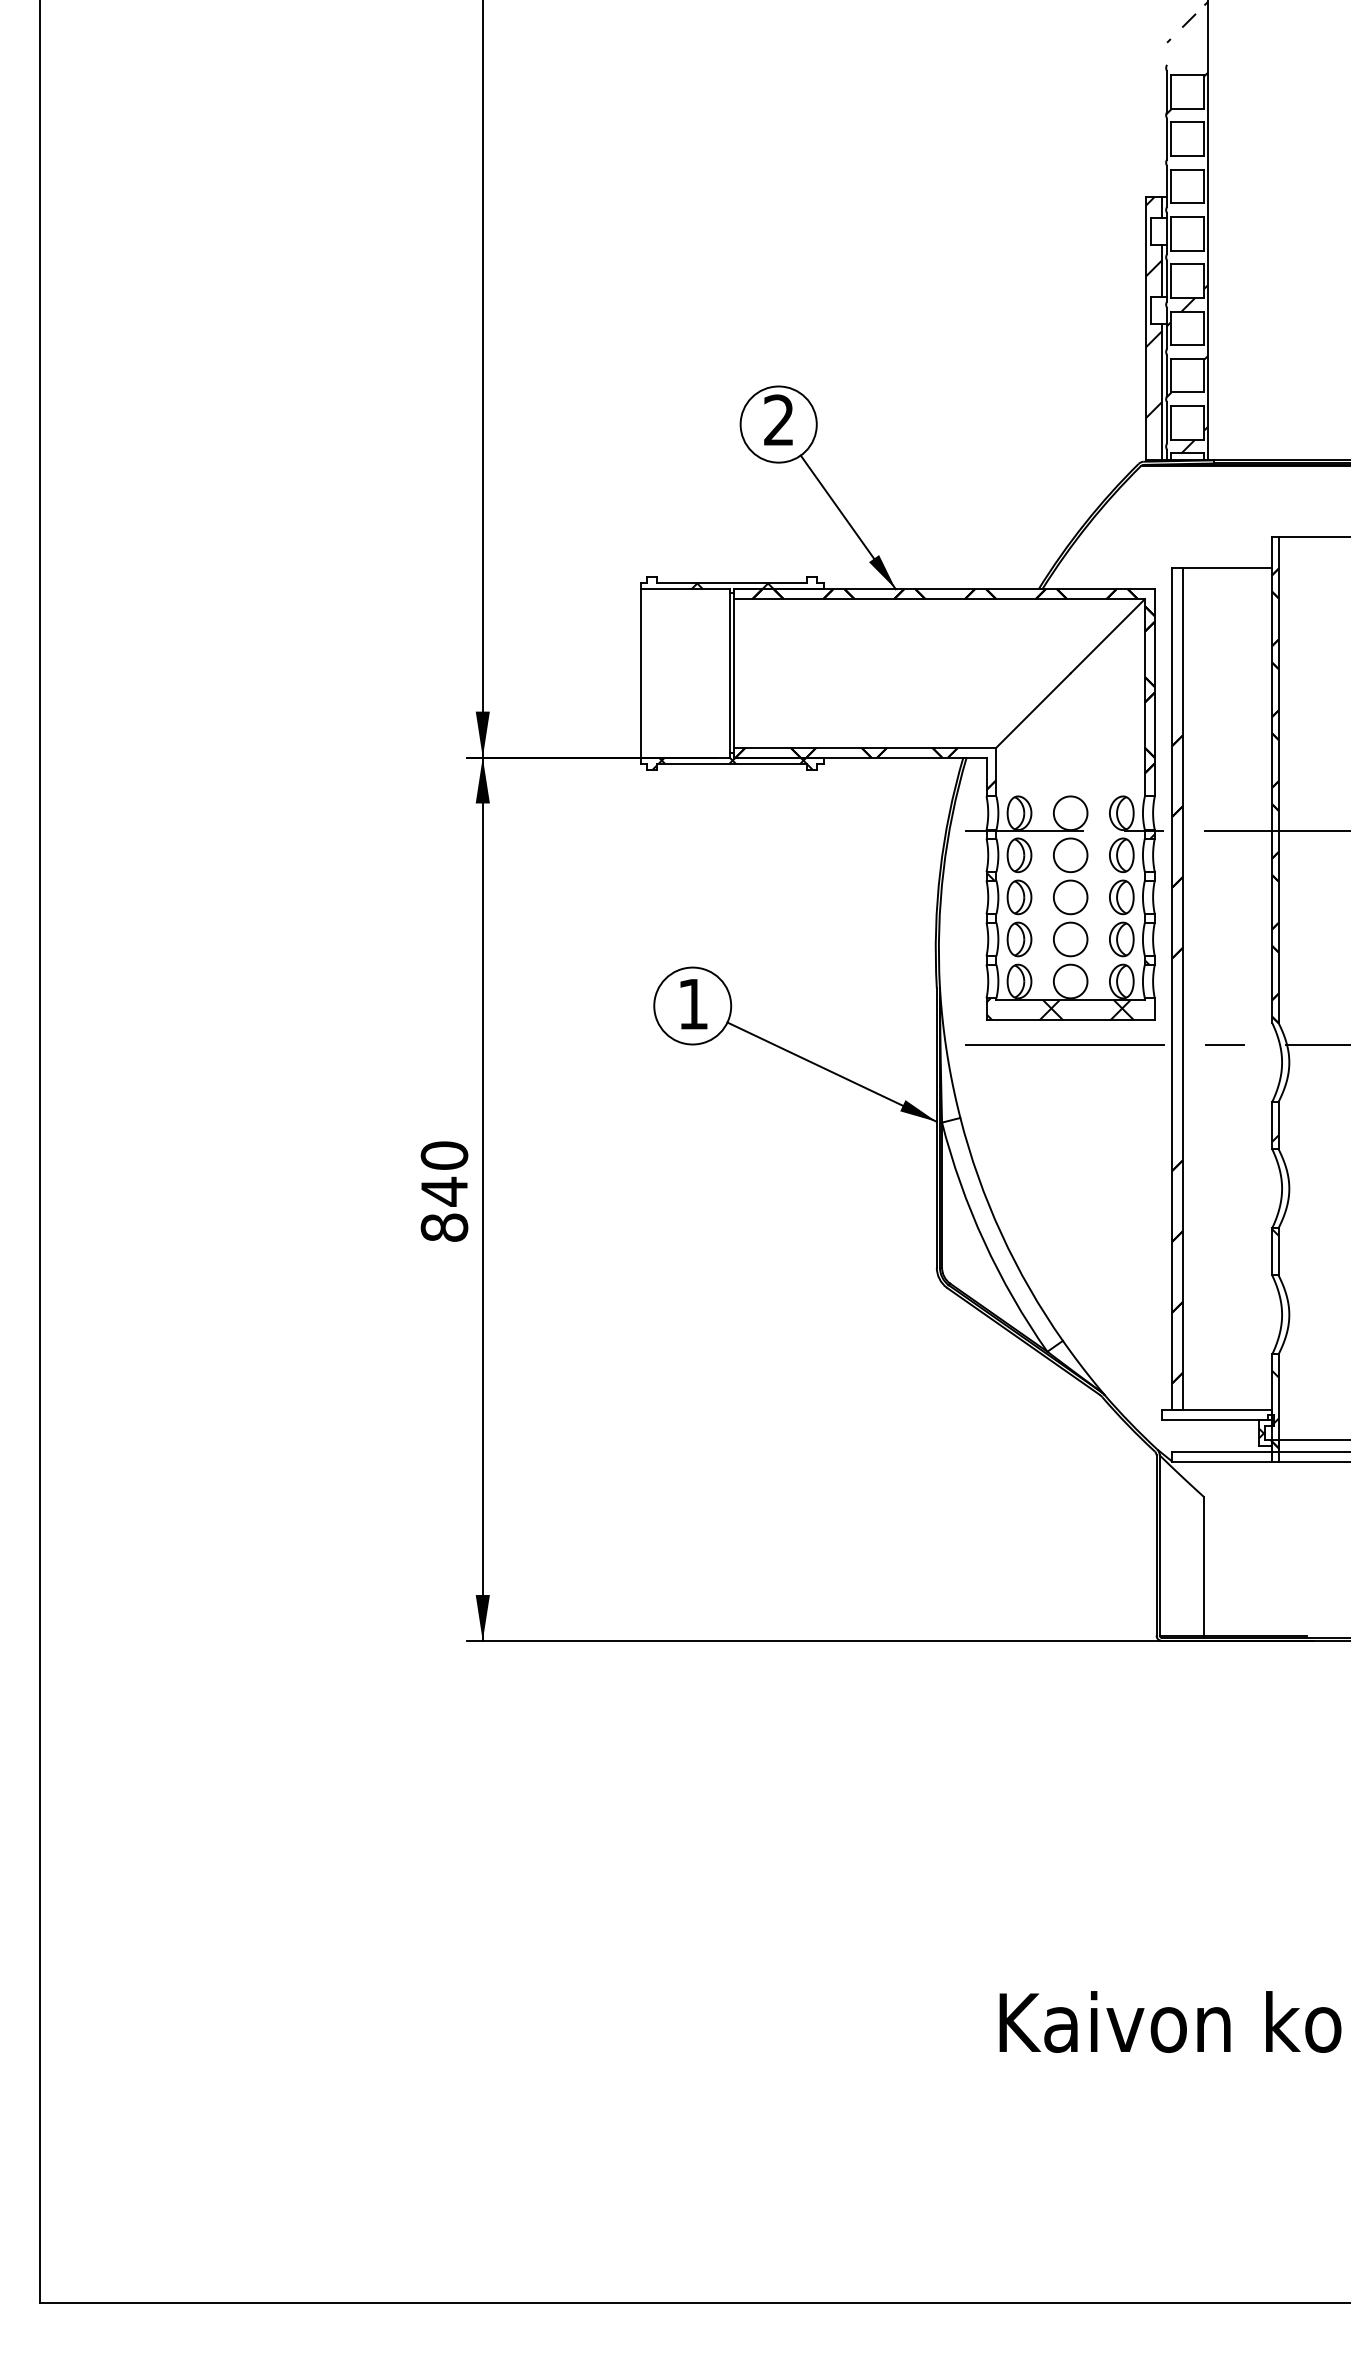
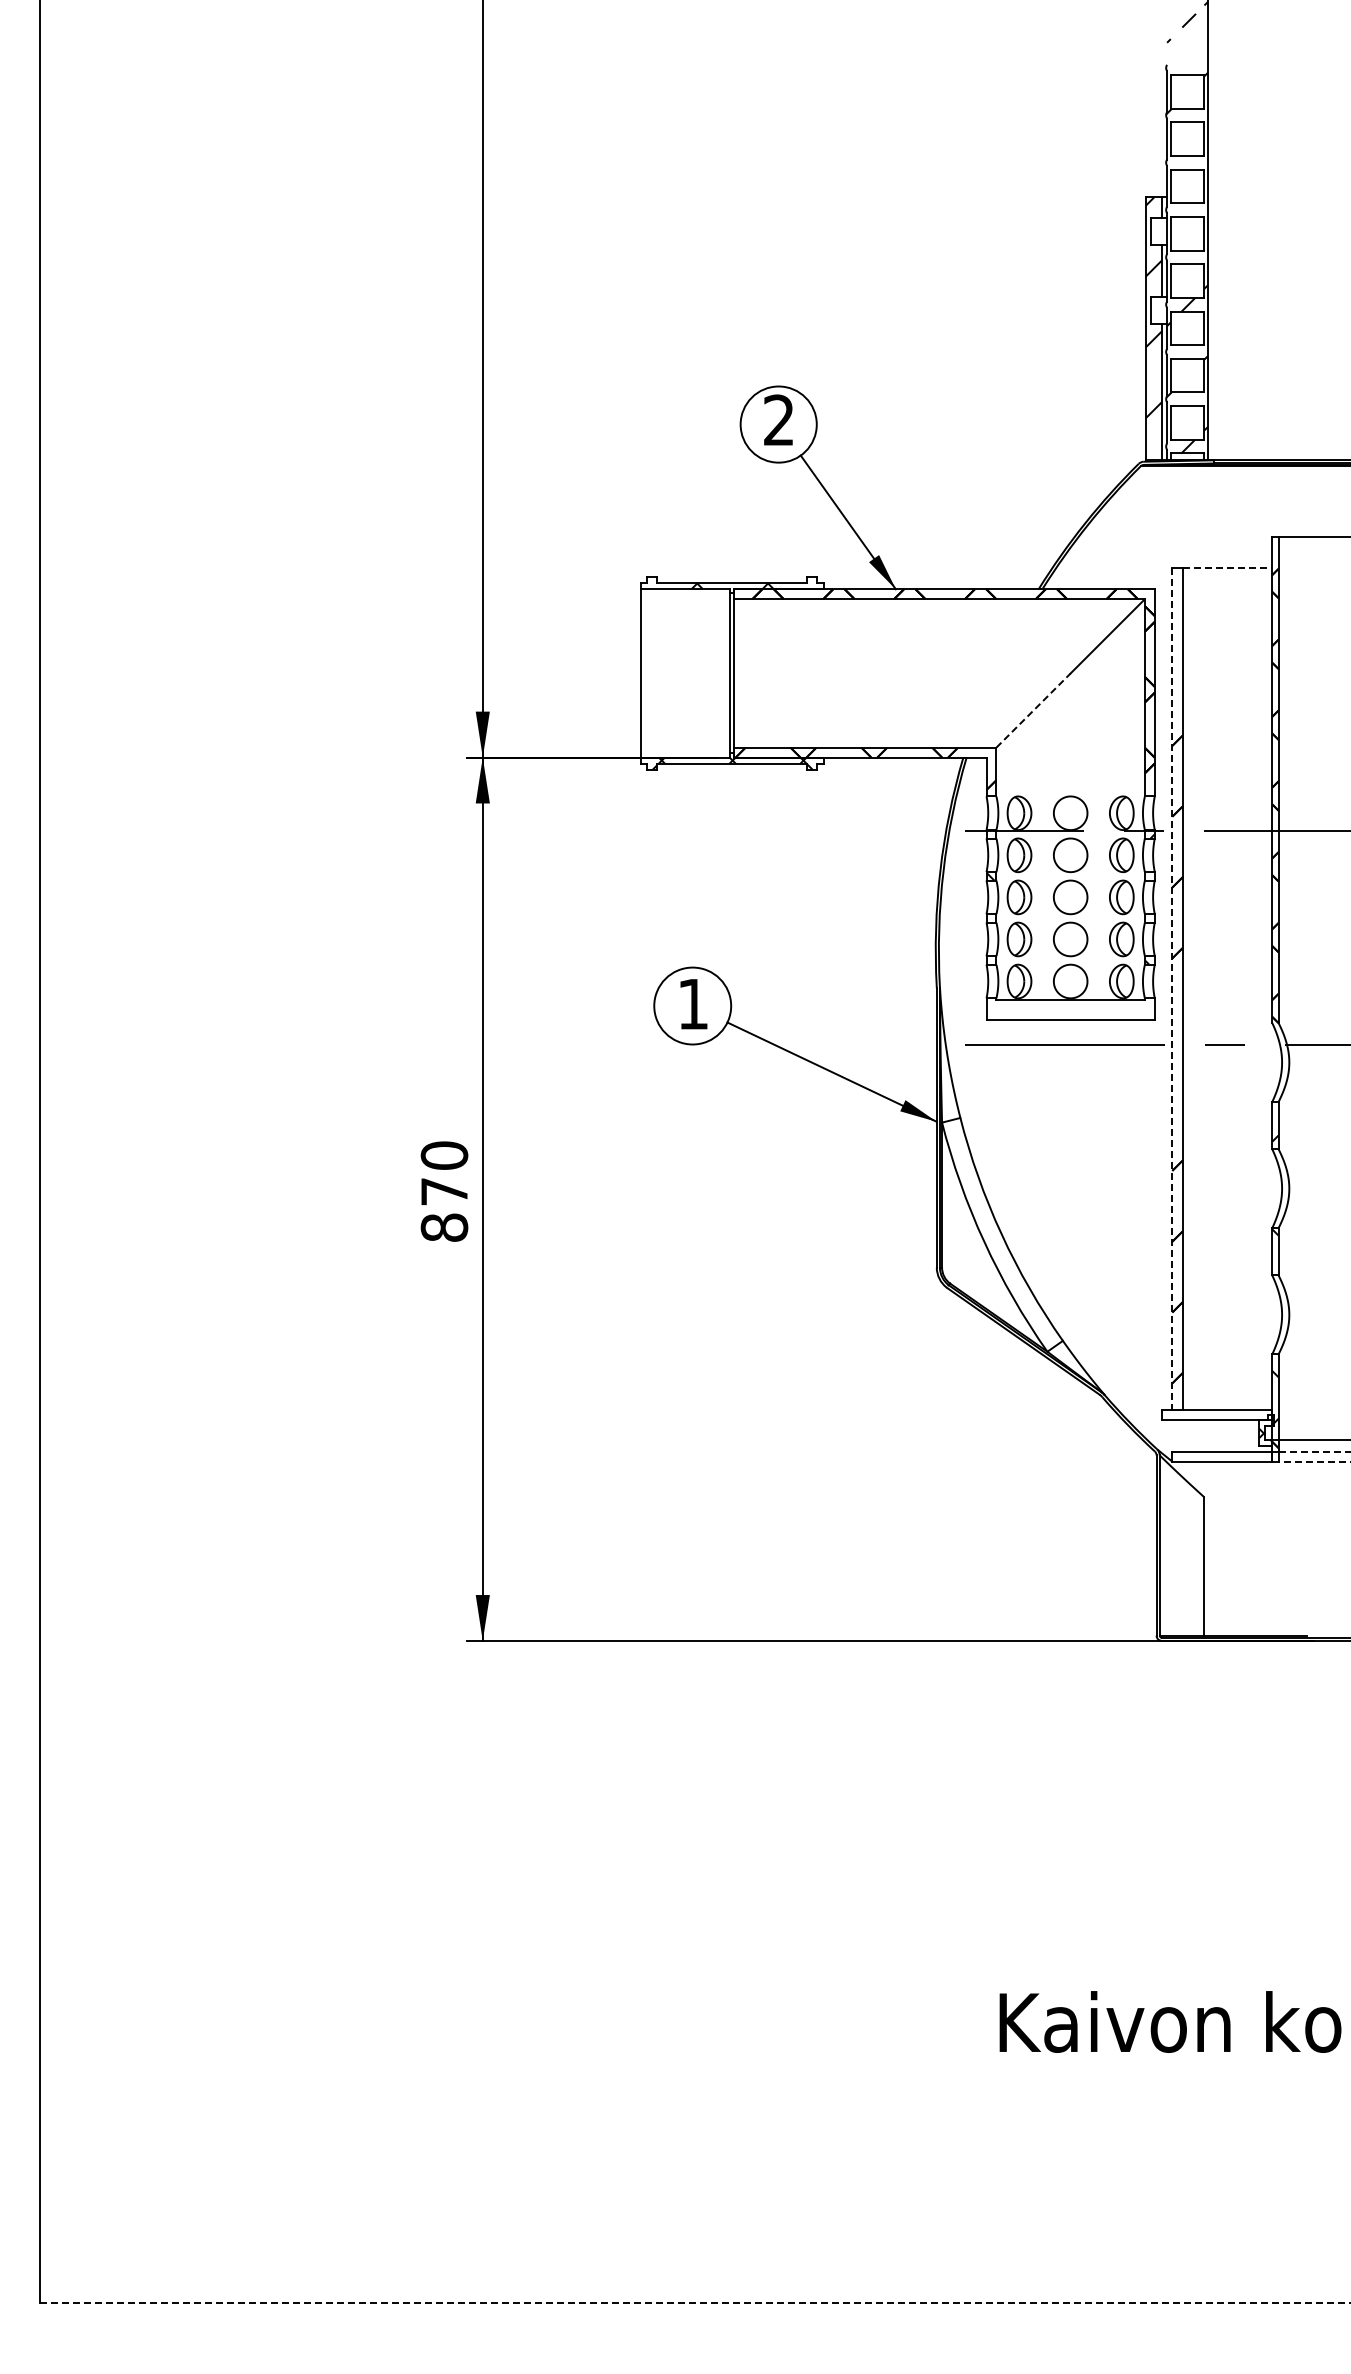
line at (1227, 568): solid -> dashed
line at (1033, 710): solid -> dashed
line at (1172, 988): solid -> dashed
hatch at (1060, 1009): present -> none
text at (444, 1191): 840 -> 870
line at (1314, 1451): solid -> dashed
line at (1314, 1462): solid -> dashed
line at (694, 2302): solid -> dashed
